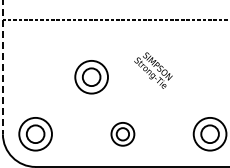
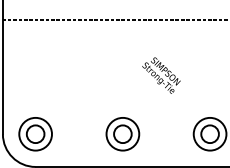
line at (2, 67): dashed -> solid
text at (153, 70) position: (153, 70) -> (161, 75)
part at (91, 77): present -> none
part at (122, 134) size: 26x25 px -> 36x35 px
